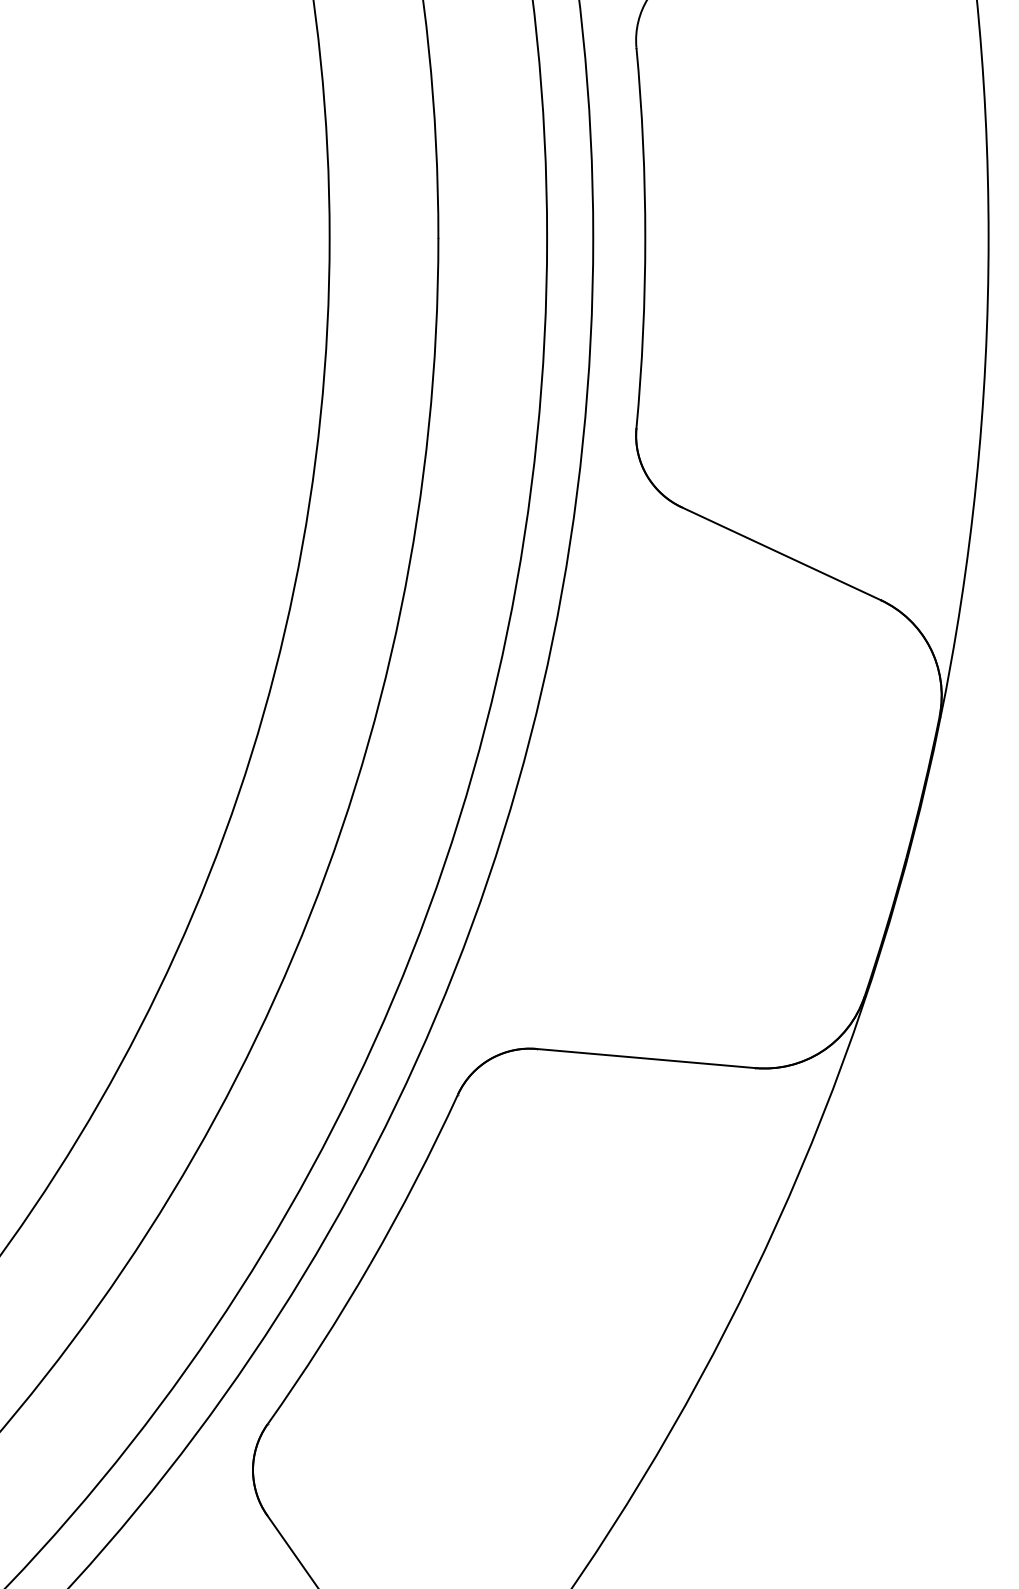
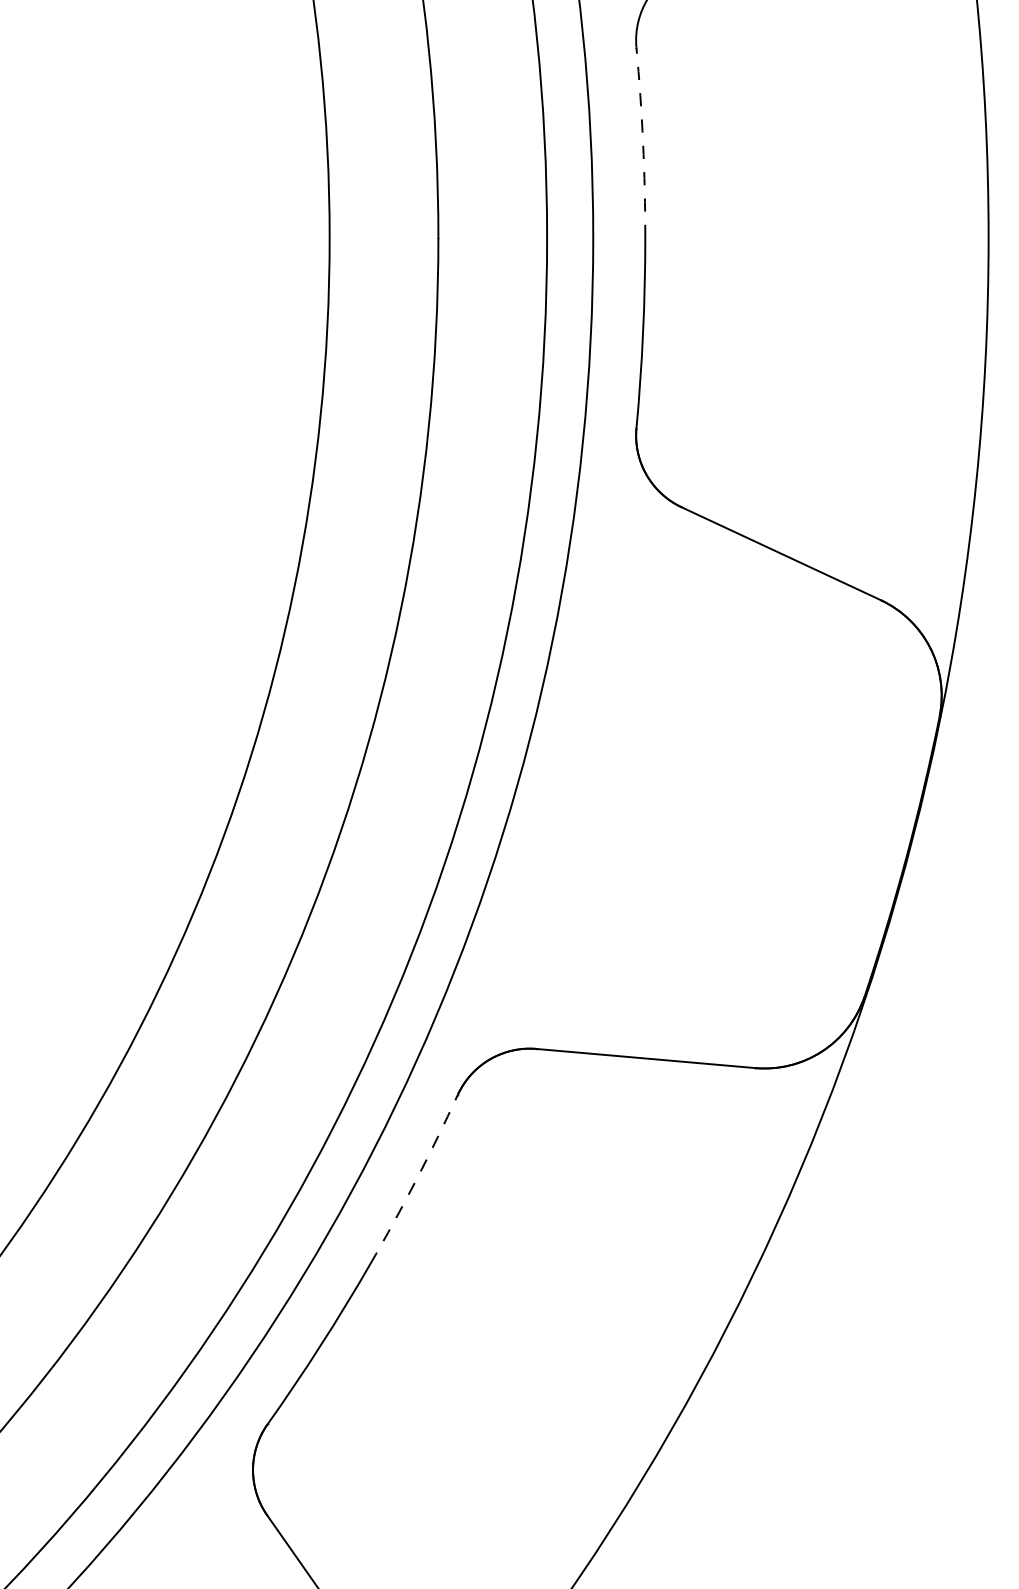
arc at (643, 142): solid -> dashed
arc at (416, 1180): solid -> dashed
